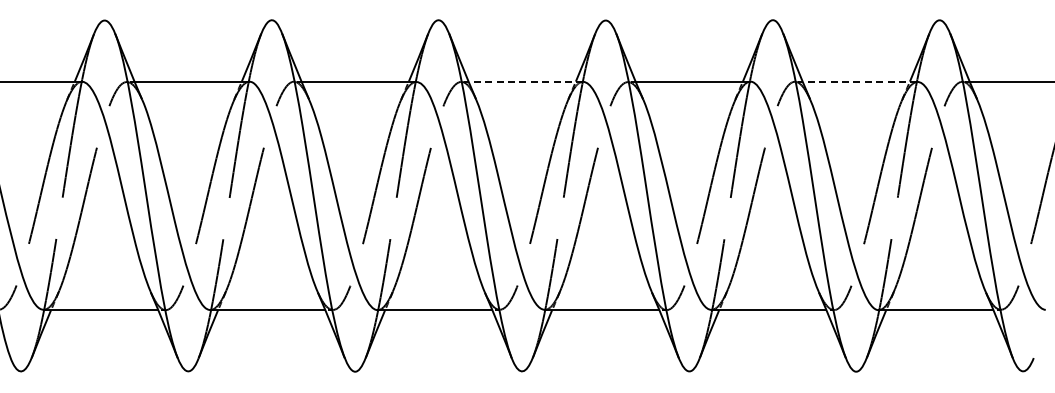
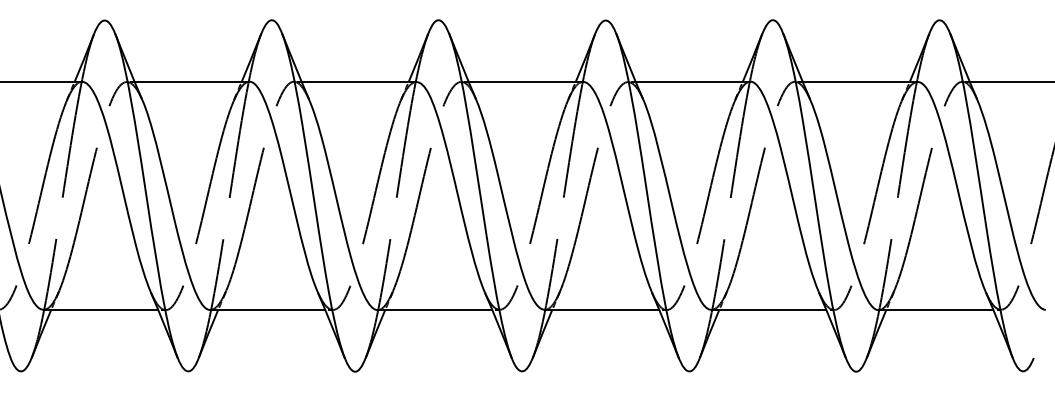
line at (525, 81): dashed -> solid
line at (859, 81): dashed -> solid
